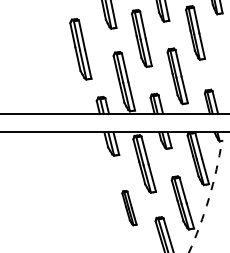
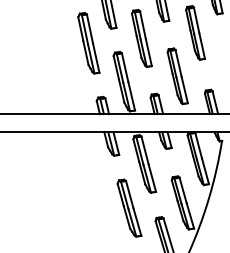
part at (80, 49) position: (80, 49) -> (88, 43)
arc at (209, 198): dashed -> solid
part at (129, 208) size: 17x37 px -> 27x60 px
